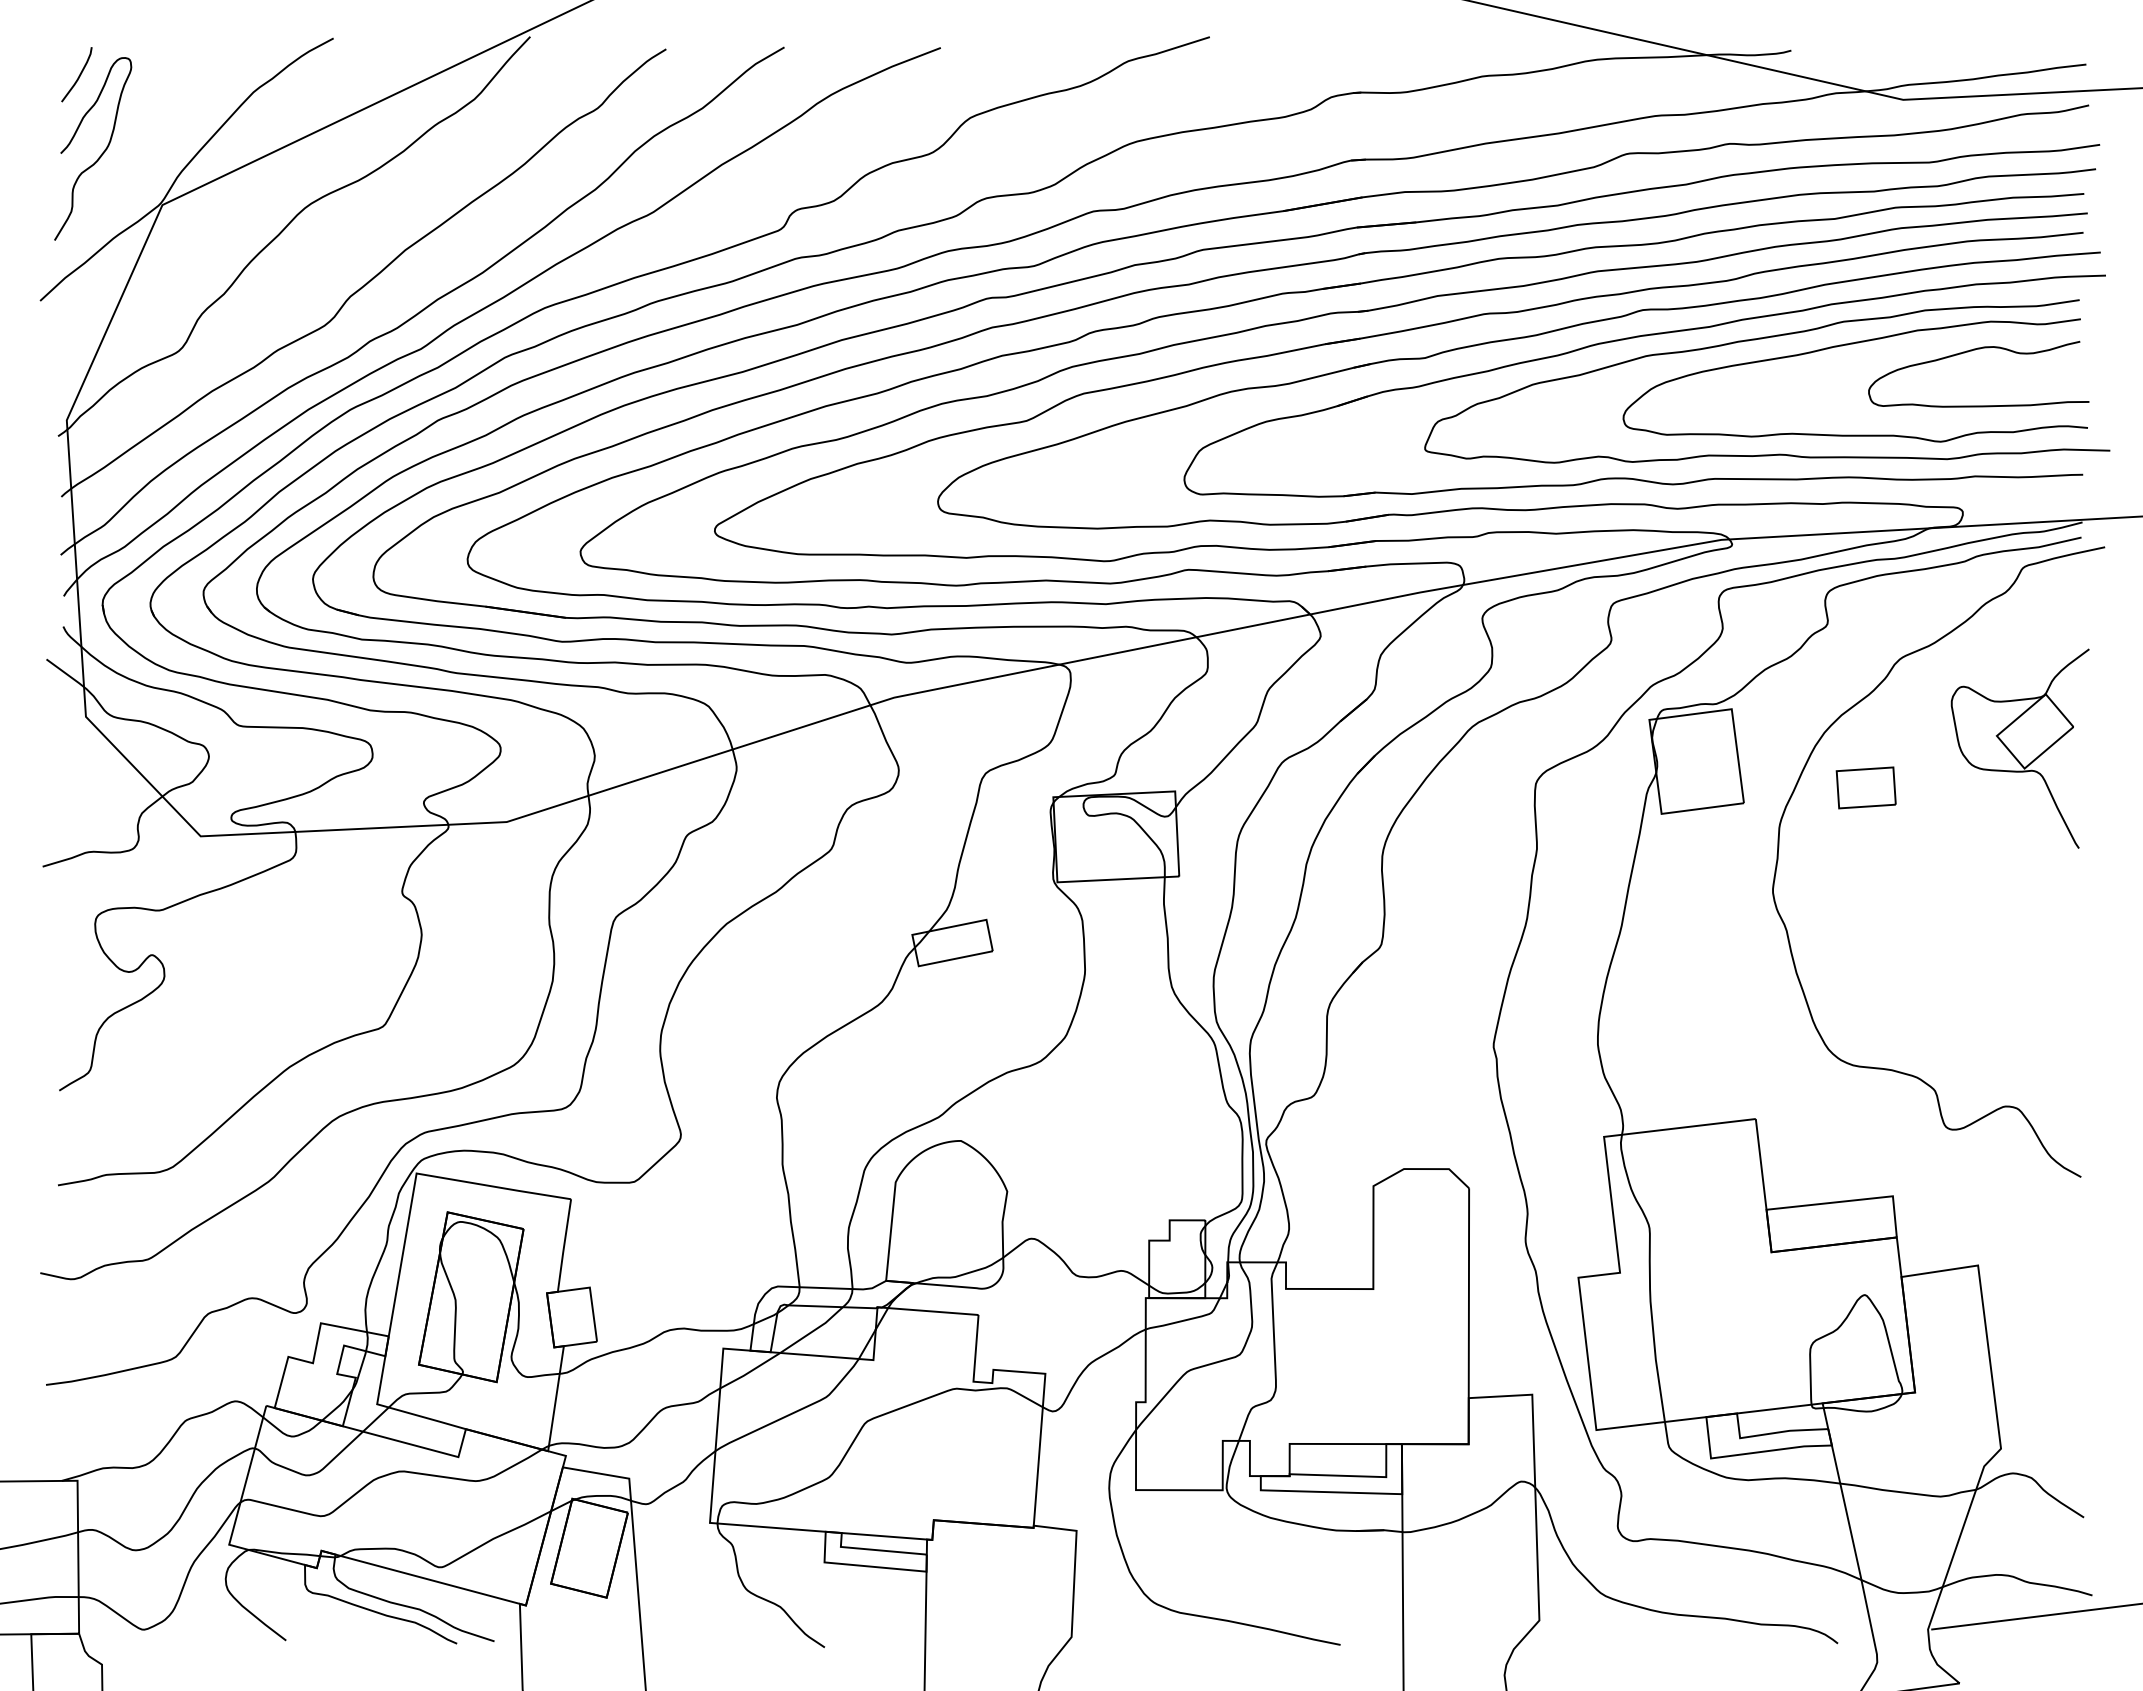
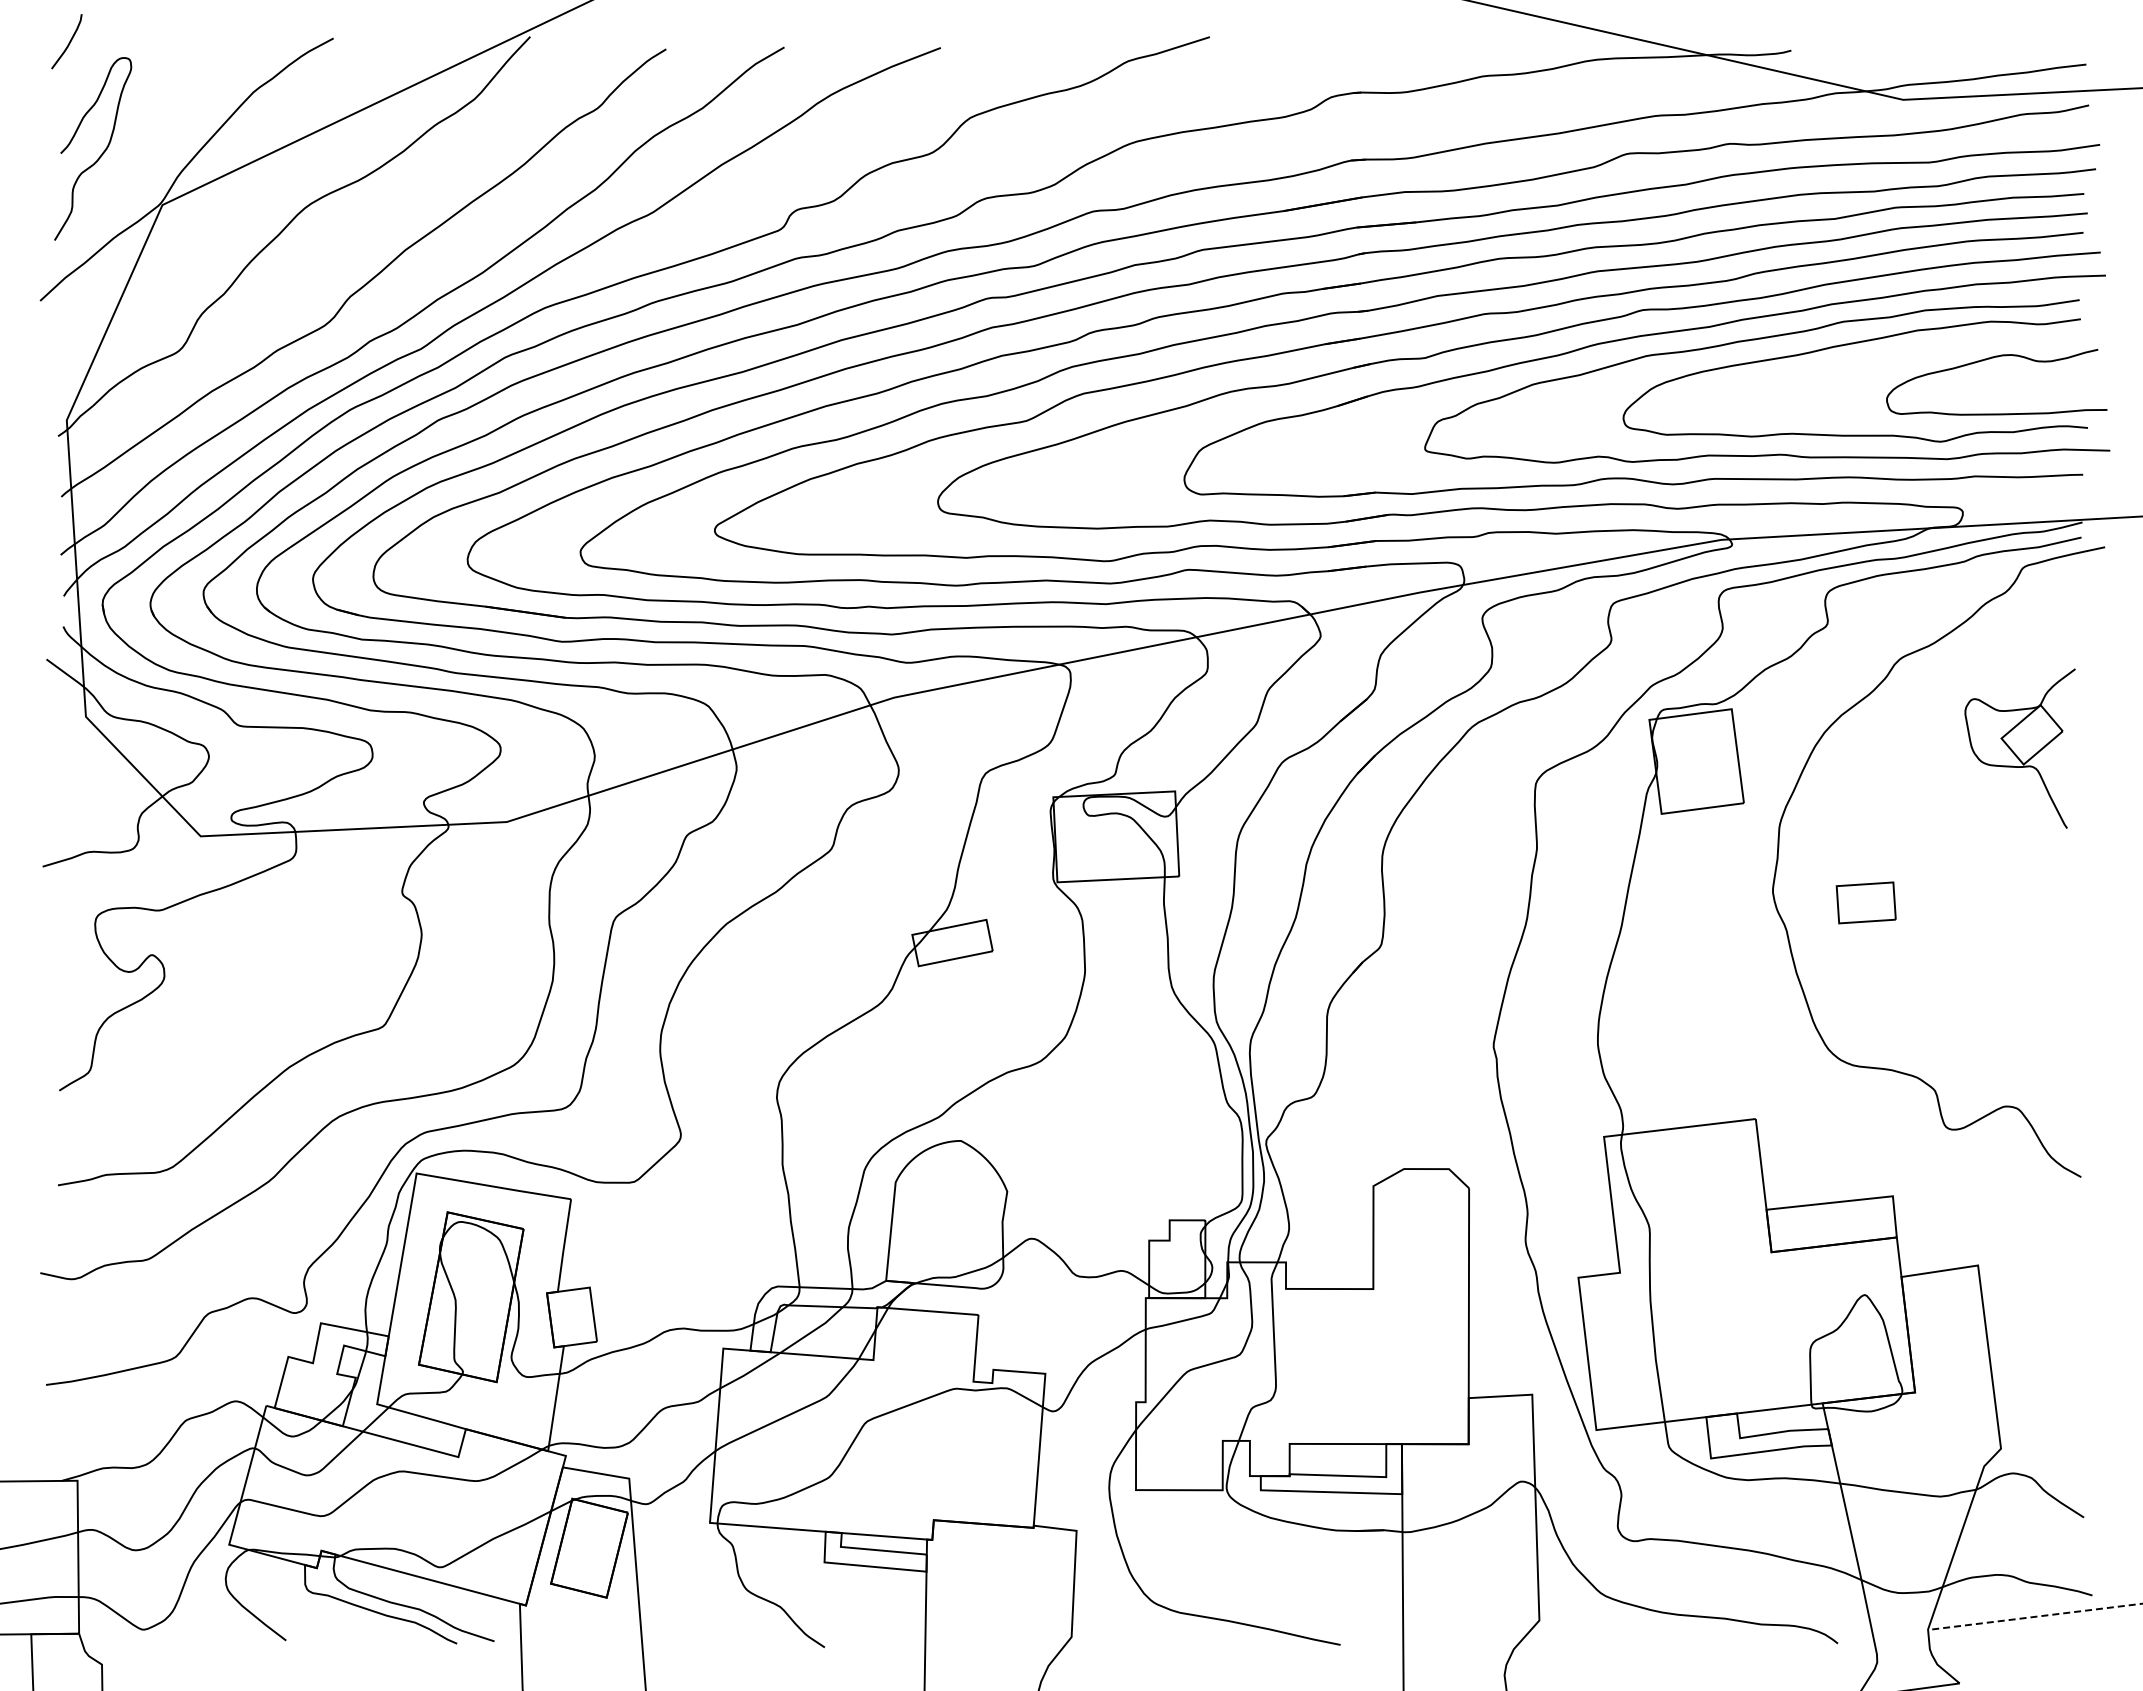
curve at (78, 75) position: (78, 75) -> (68, 42)
curve at (1971, 351) position: (1971, 351) -> (1989, 359)
part at (2019, 748) size: 140x201 px -> 112x161 px
part at (1865, 787) position: (1865, 787) -> (1865, 902)
line at (2036, 1616): solid -> dashed
